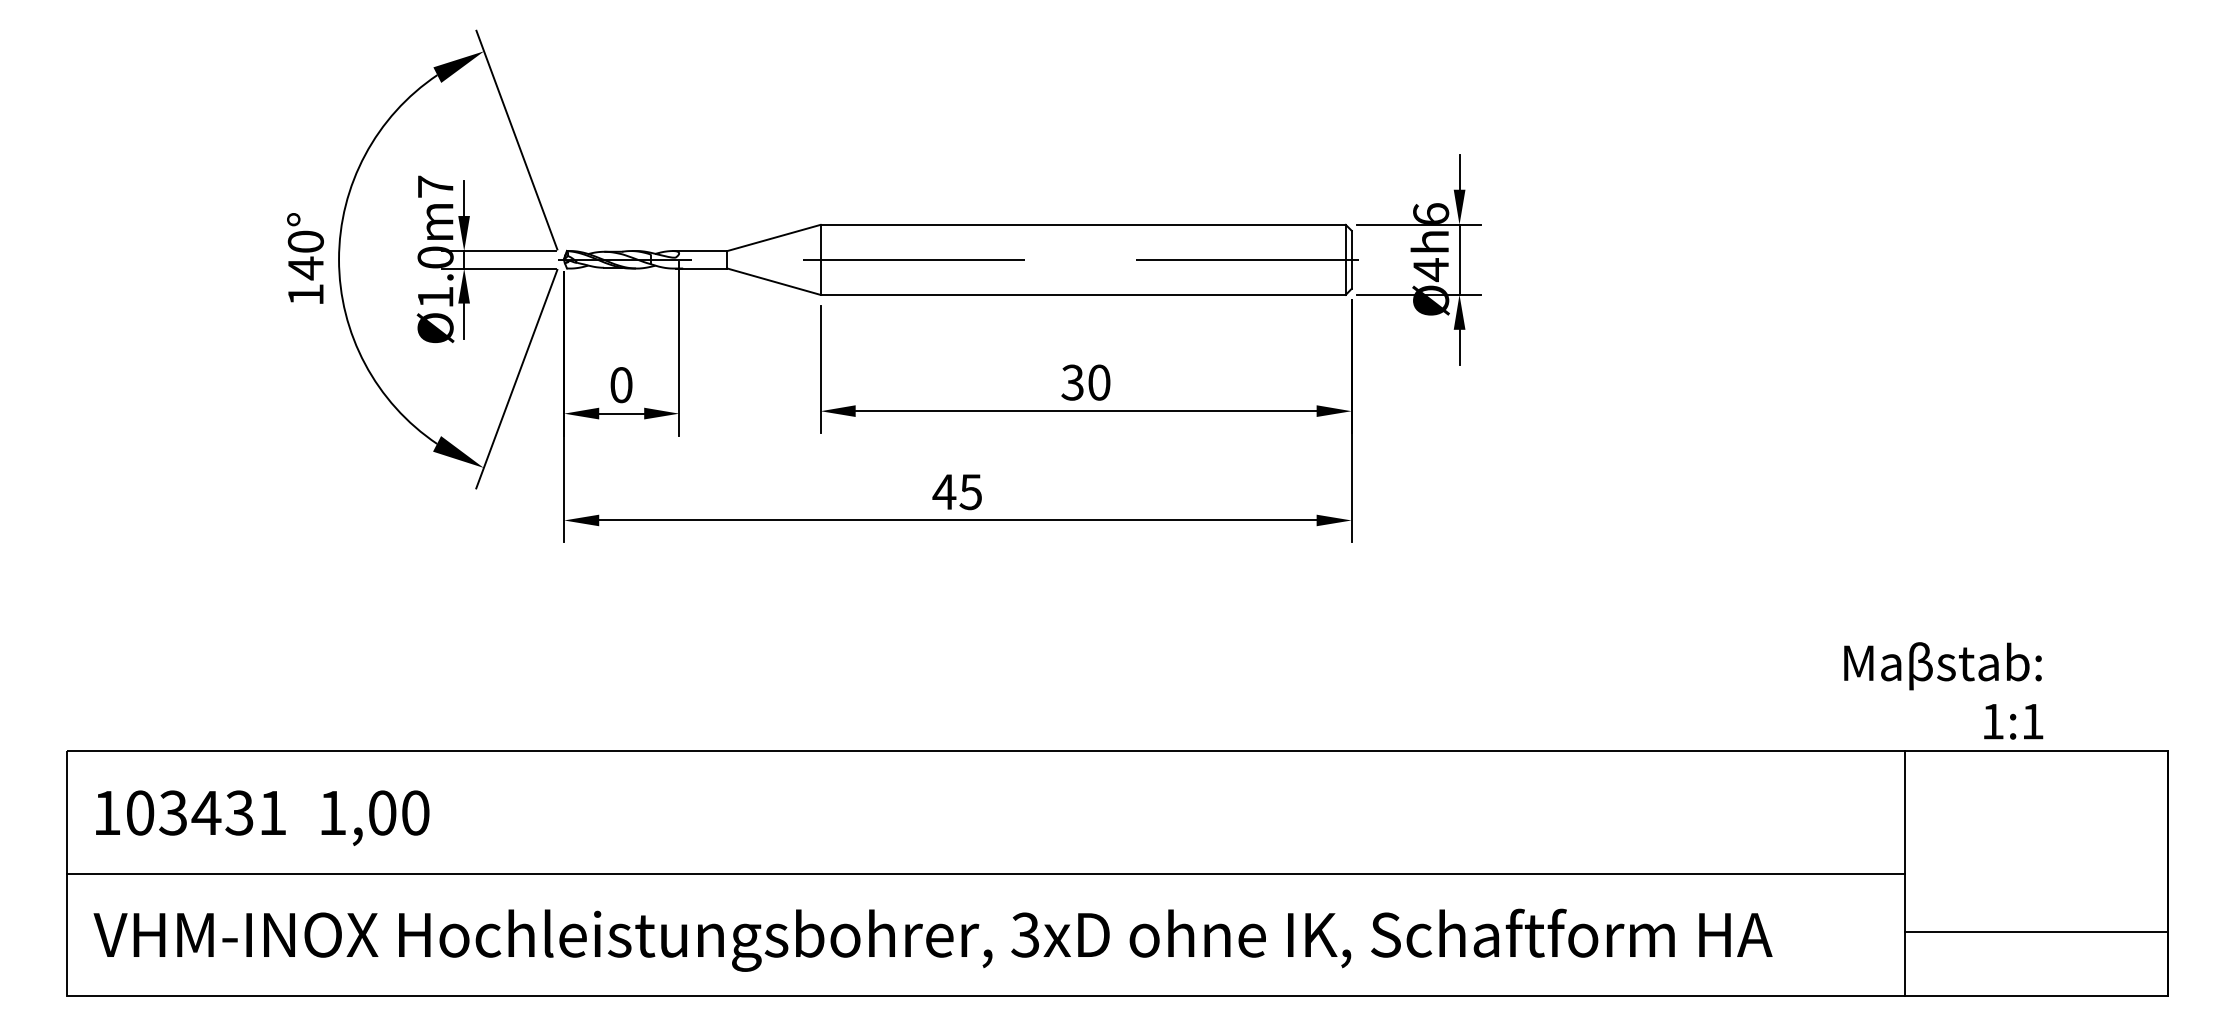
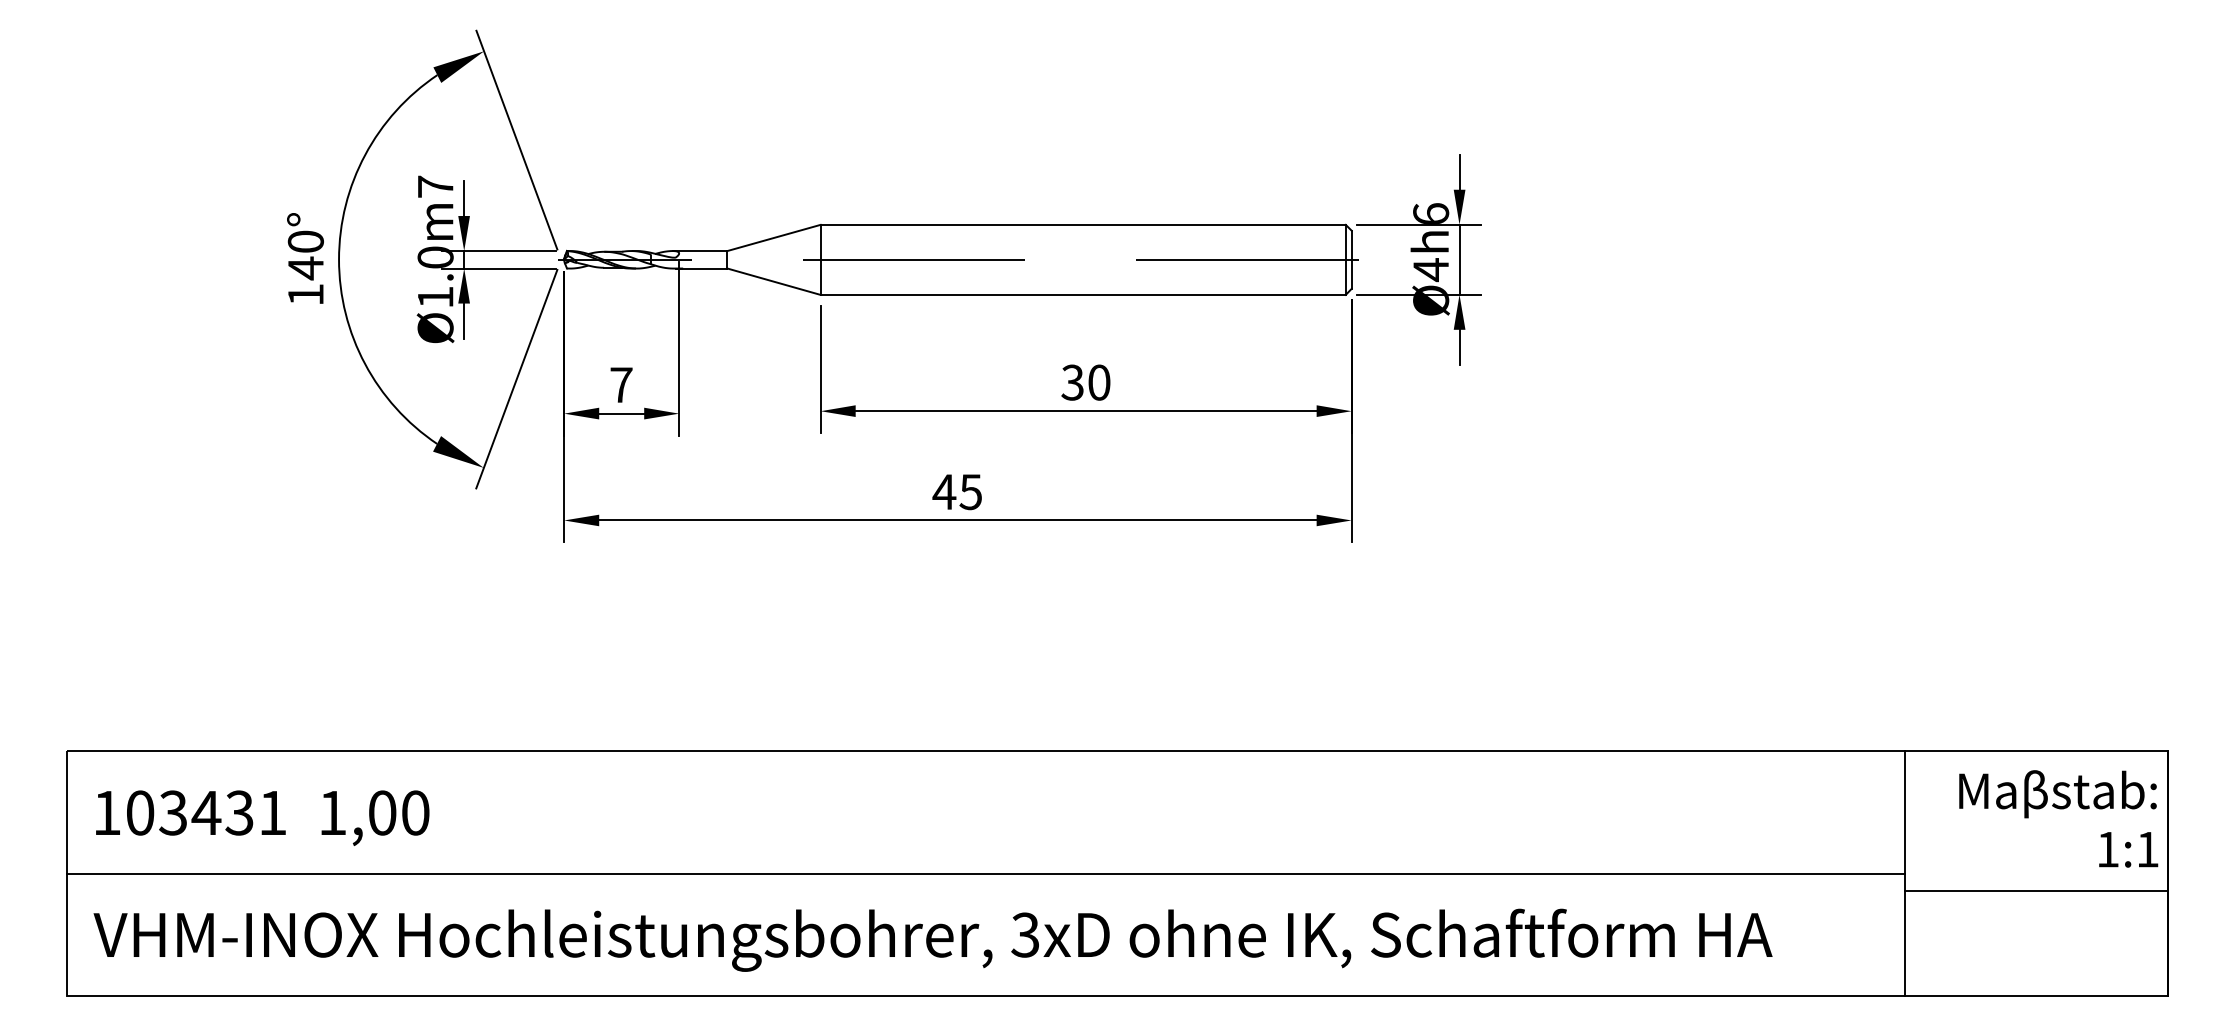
text at (621, 385): 0 -> 7
text at (1943, 690) position: (1943, 690) -> (2058, 818)
line at (2036, 932) position: (2036, 932) -> (2036, 891)
